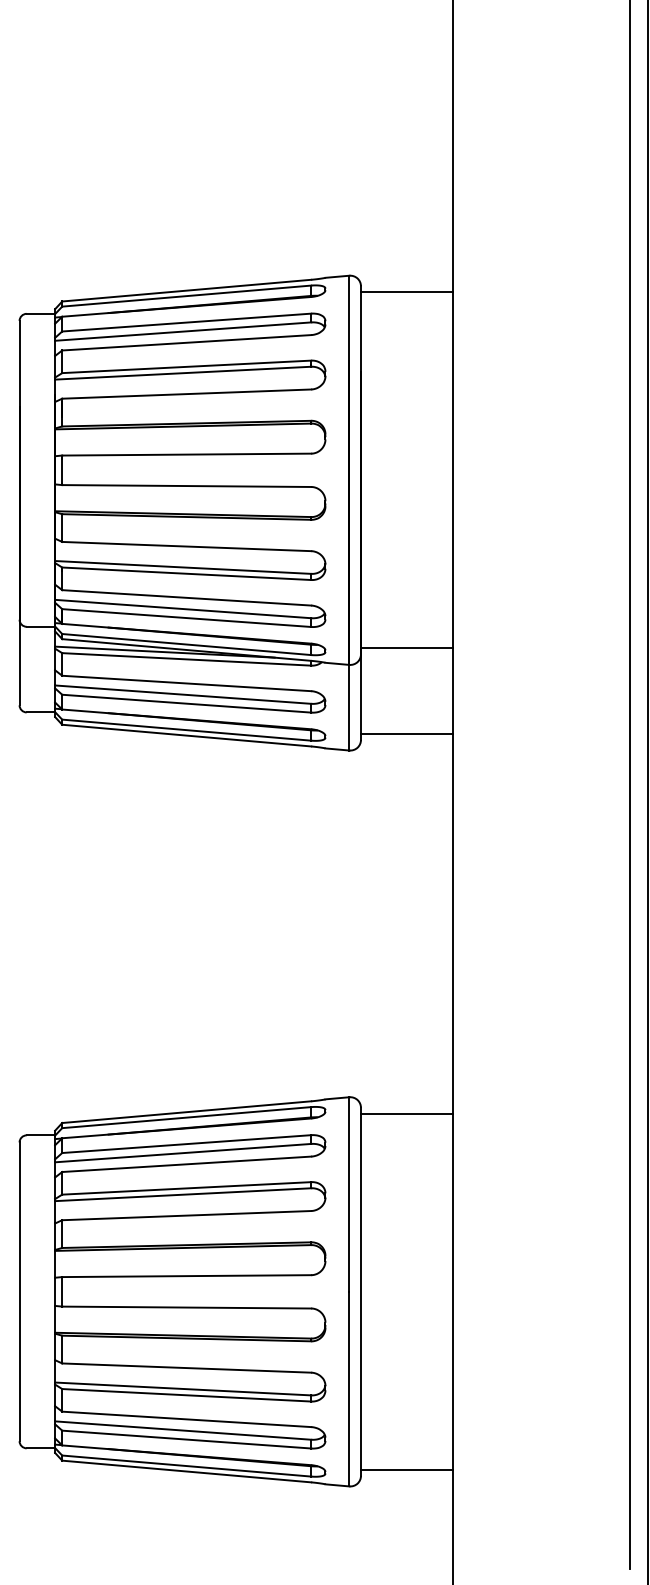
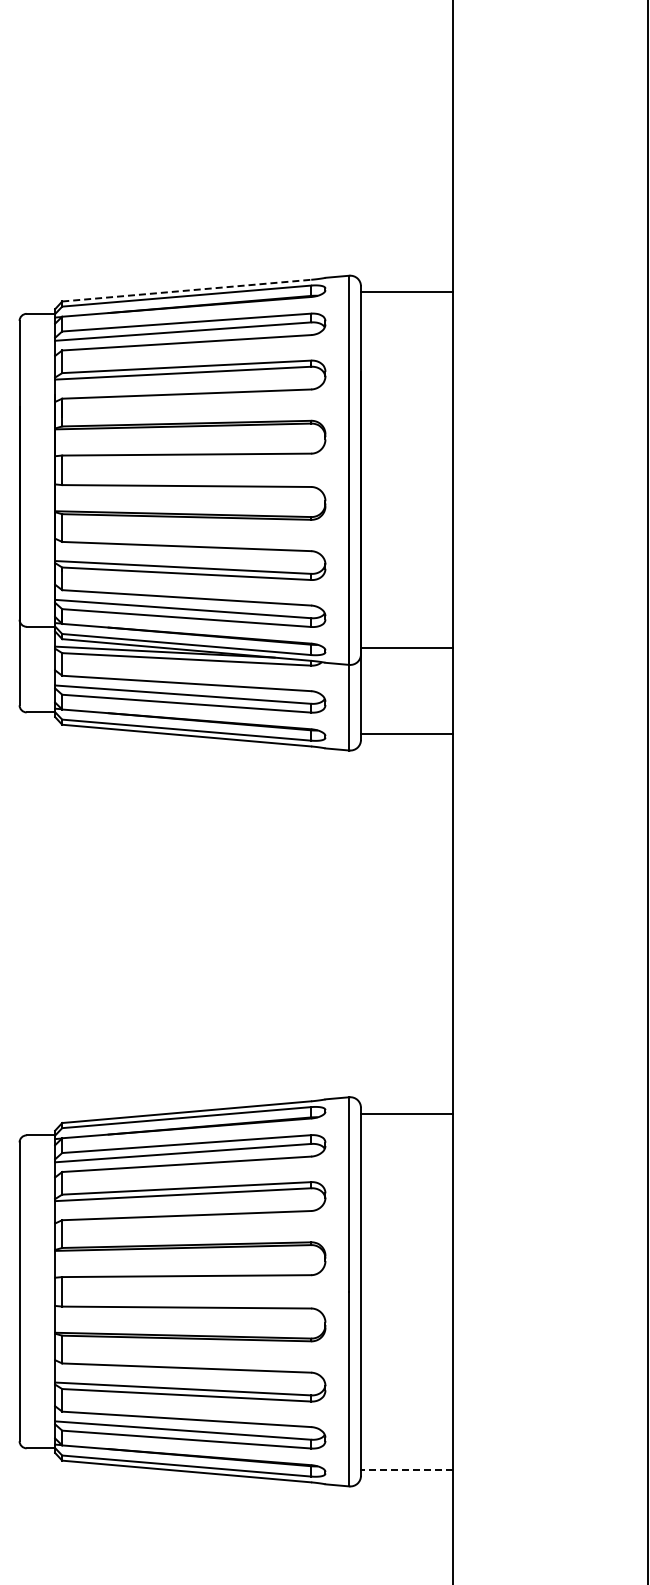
line at (186, 290): solid -> dashed
line at (630, 785): present -> none
line at (406, 1469): solid -> dashed
